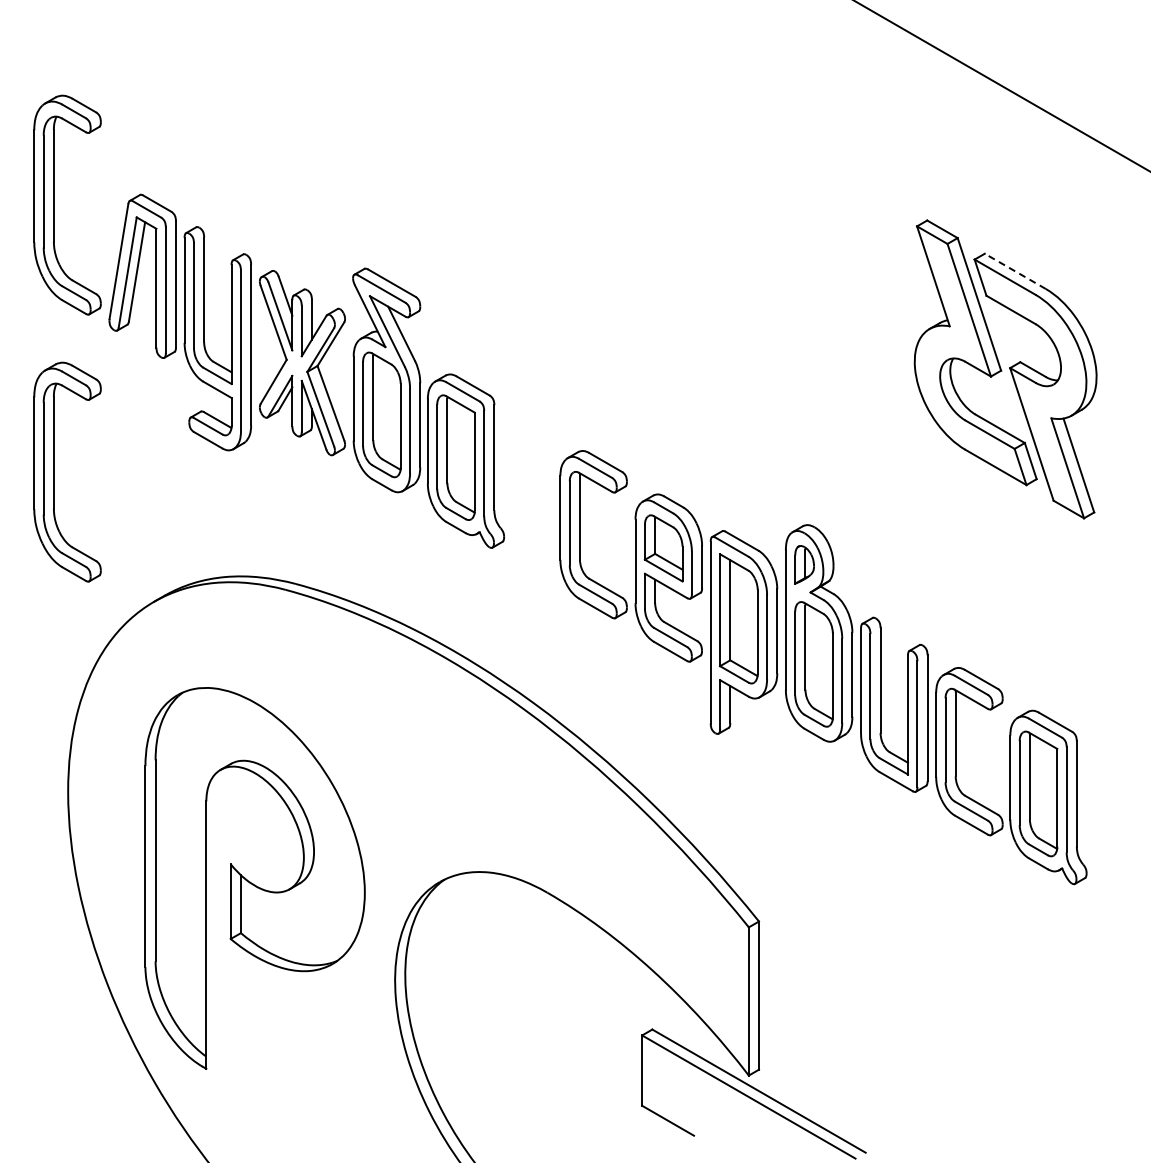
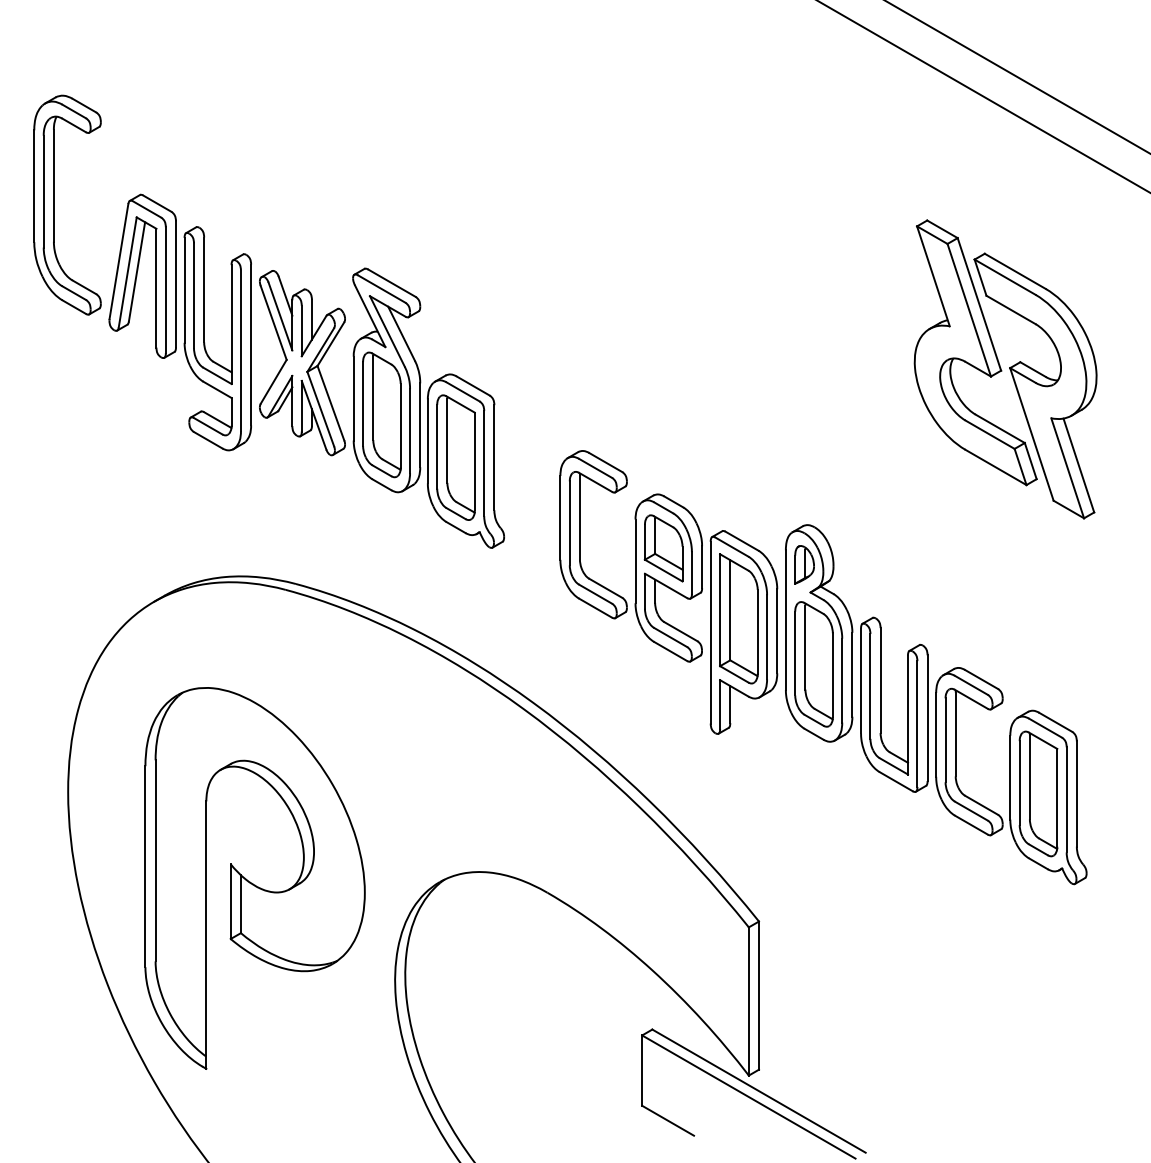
line at (1017, 77): none -> present
line at (1001, 86) position: (1001, 86) -> (983, 96)
line at (1014, 271): dashed -> solid
part at (54, 471): present -> none
